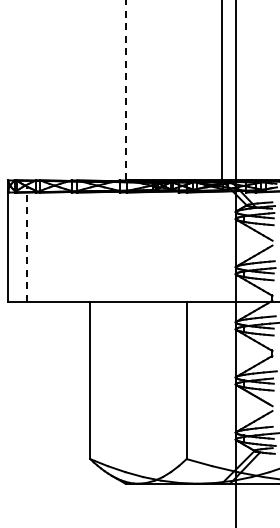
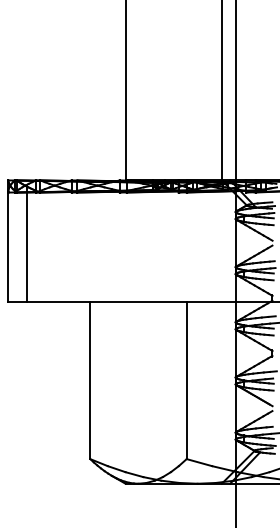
line at (125, 90): dashed -> solid
line at (26, 244): dashed -> solid
